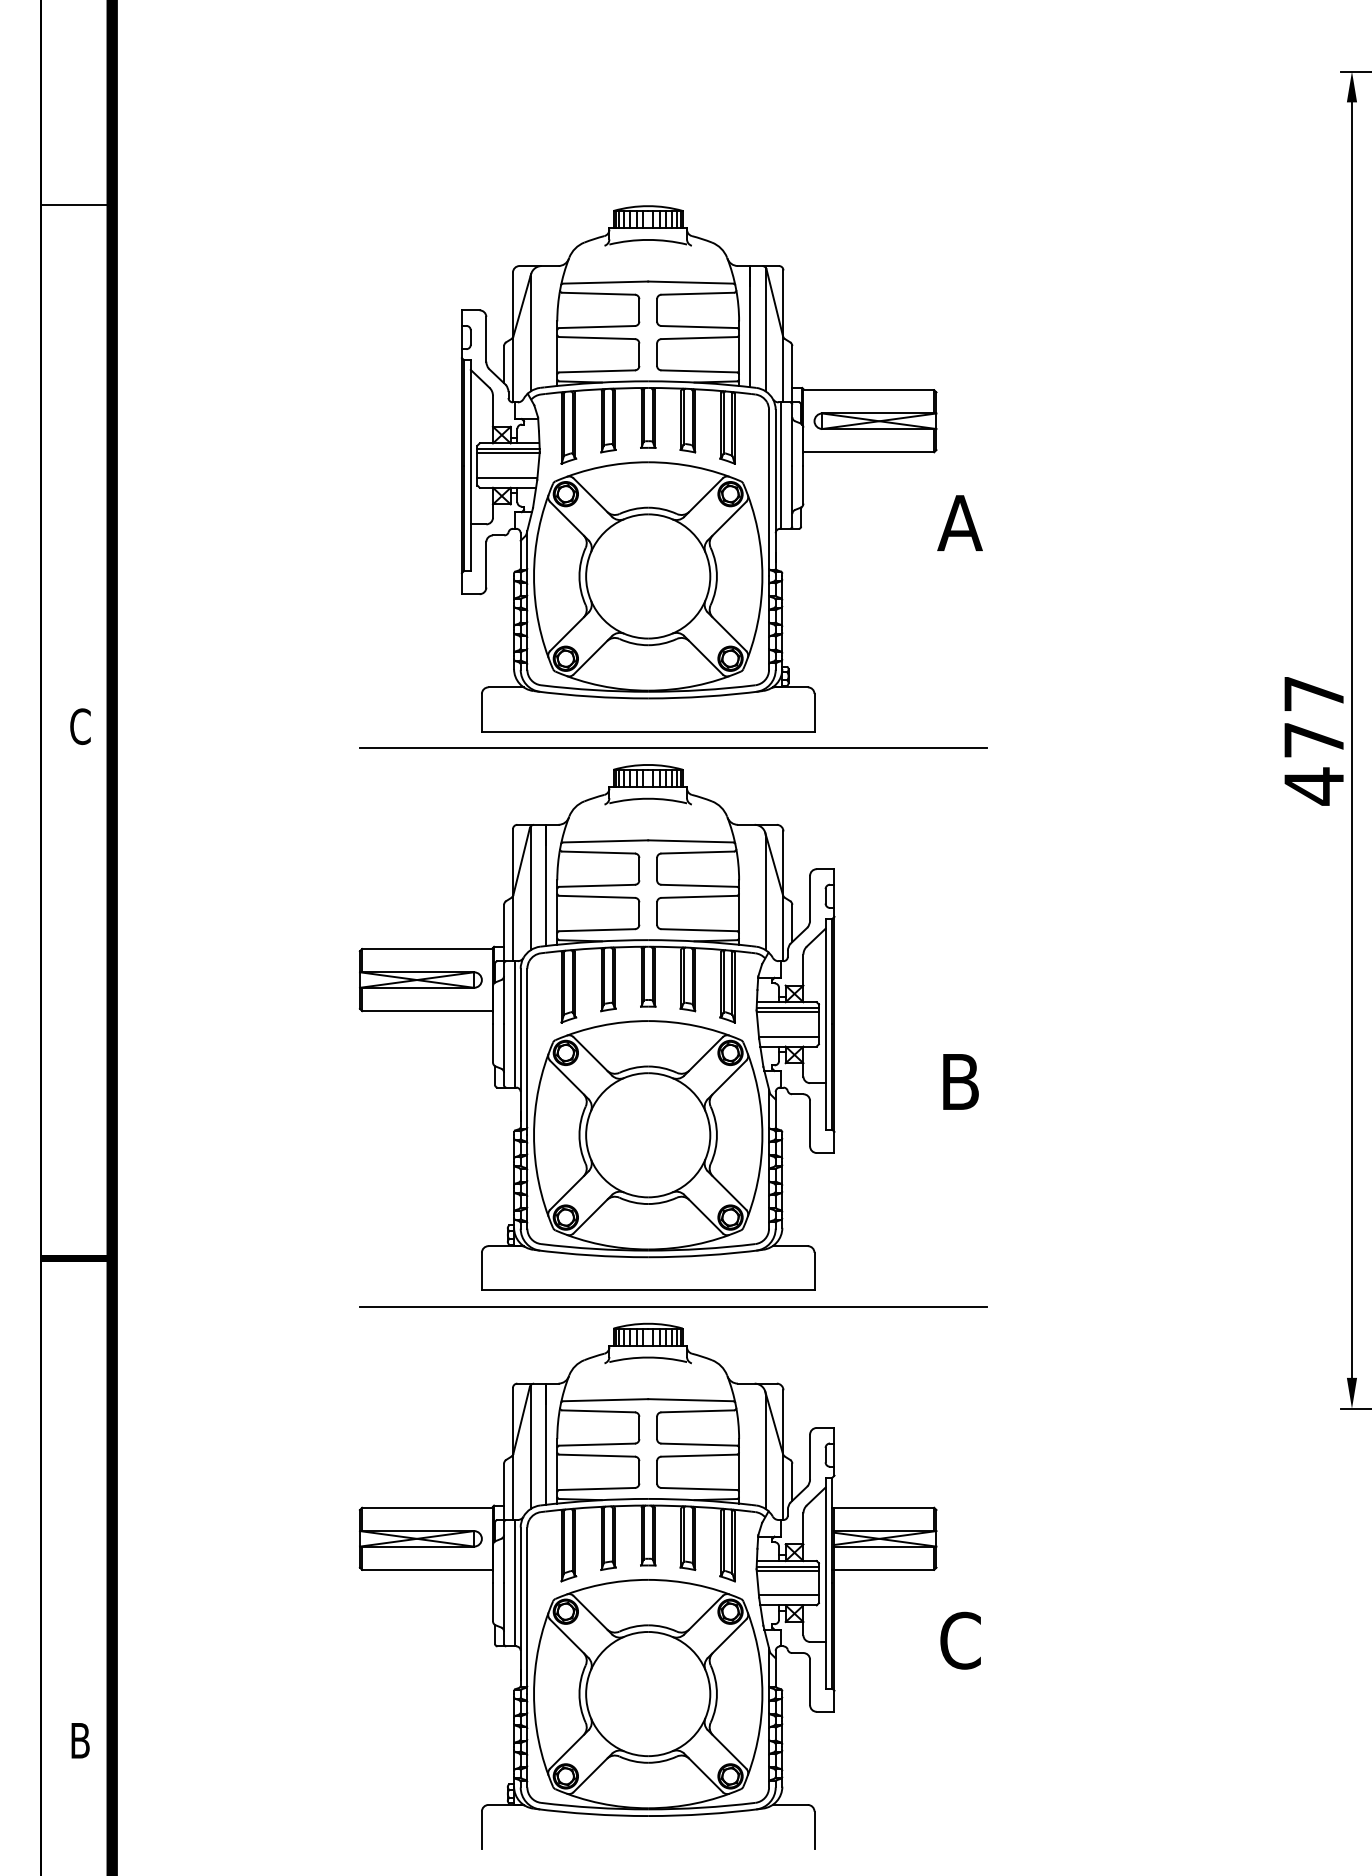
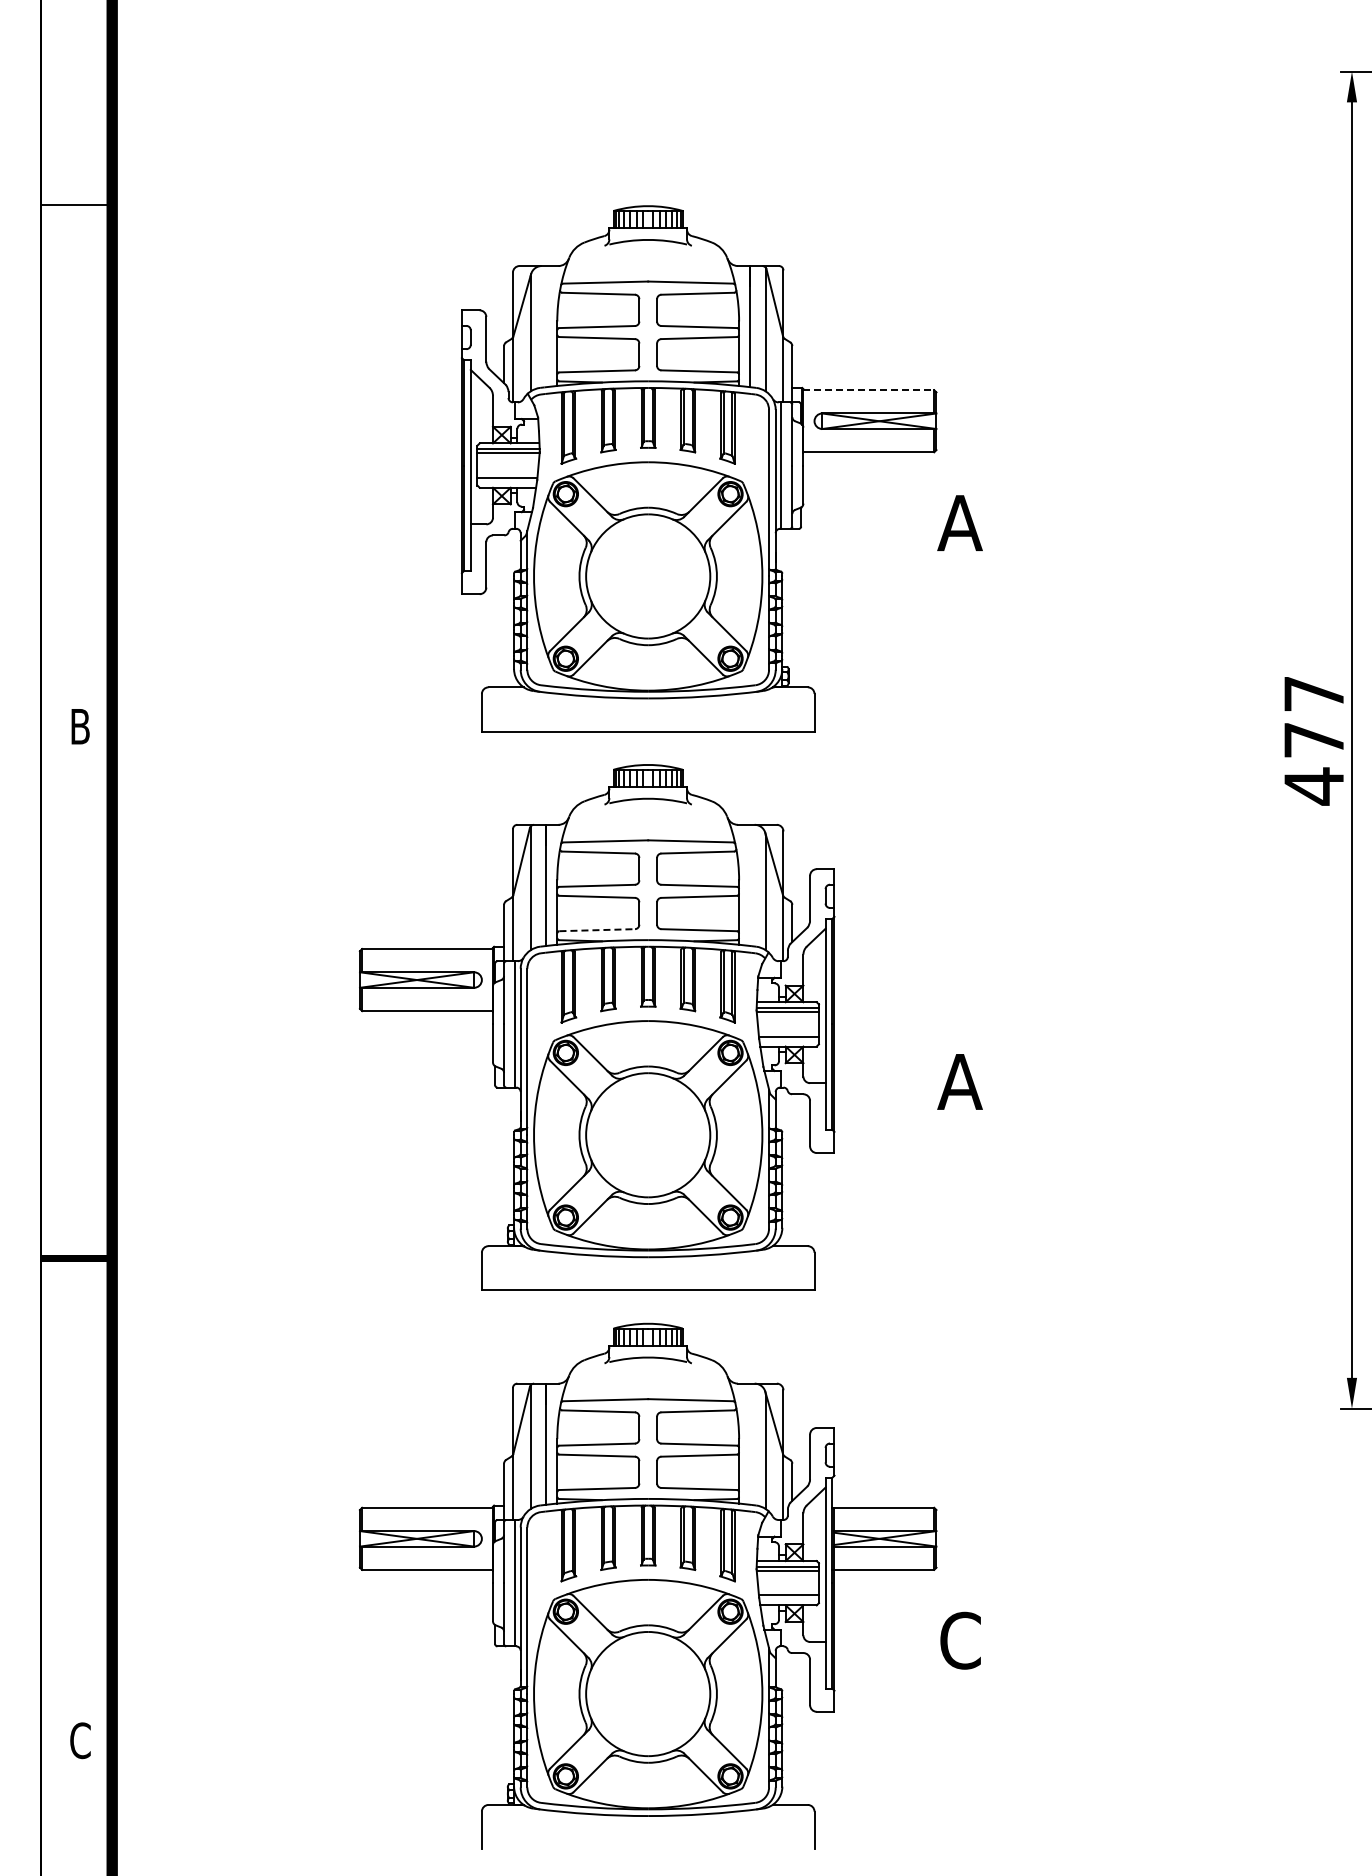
line at (869, 390): solid -> dashed
text at (80, 726): C -> B
line at (672, 748): present -> none
line at (597, 930): solid -> dashed
text at (959, 1081): B -> A
line at (673, 1306): present -> none
text at (80, 1740): B -> C
